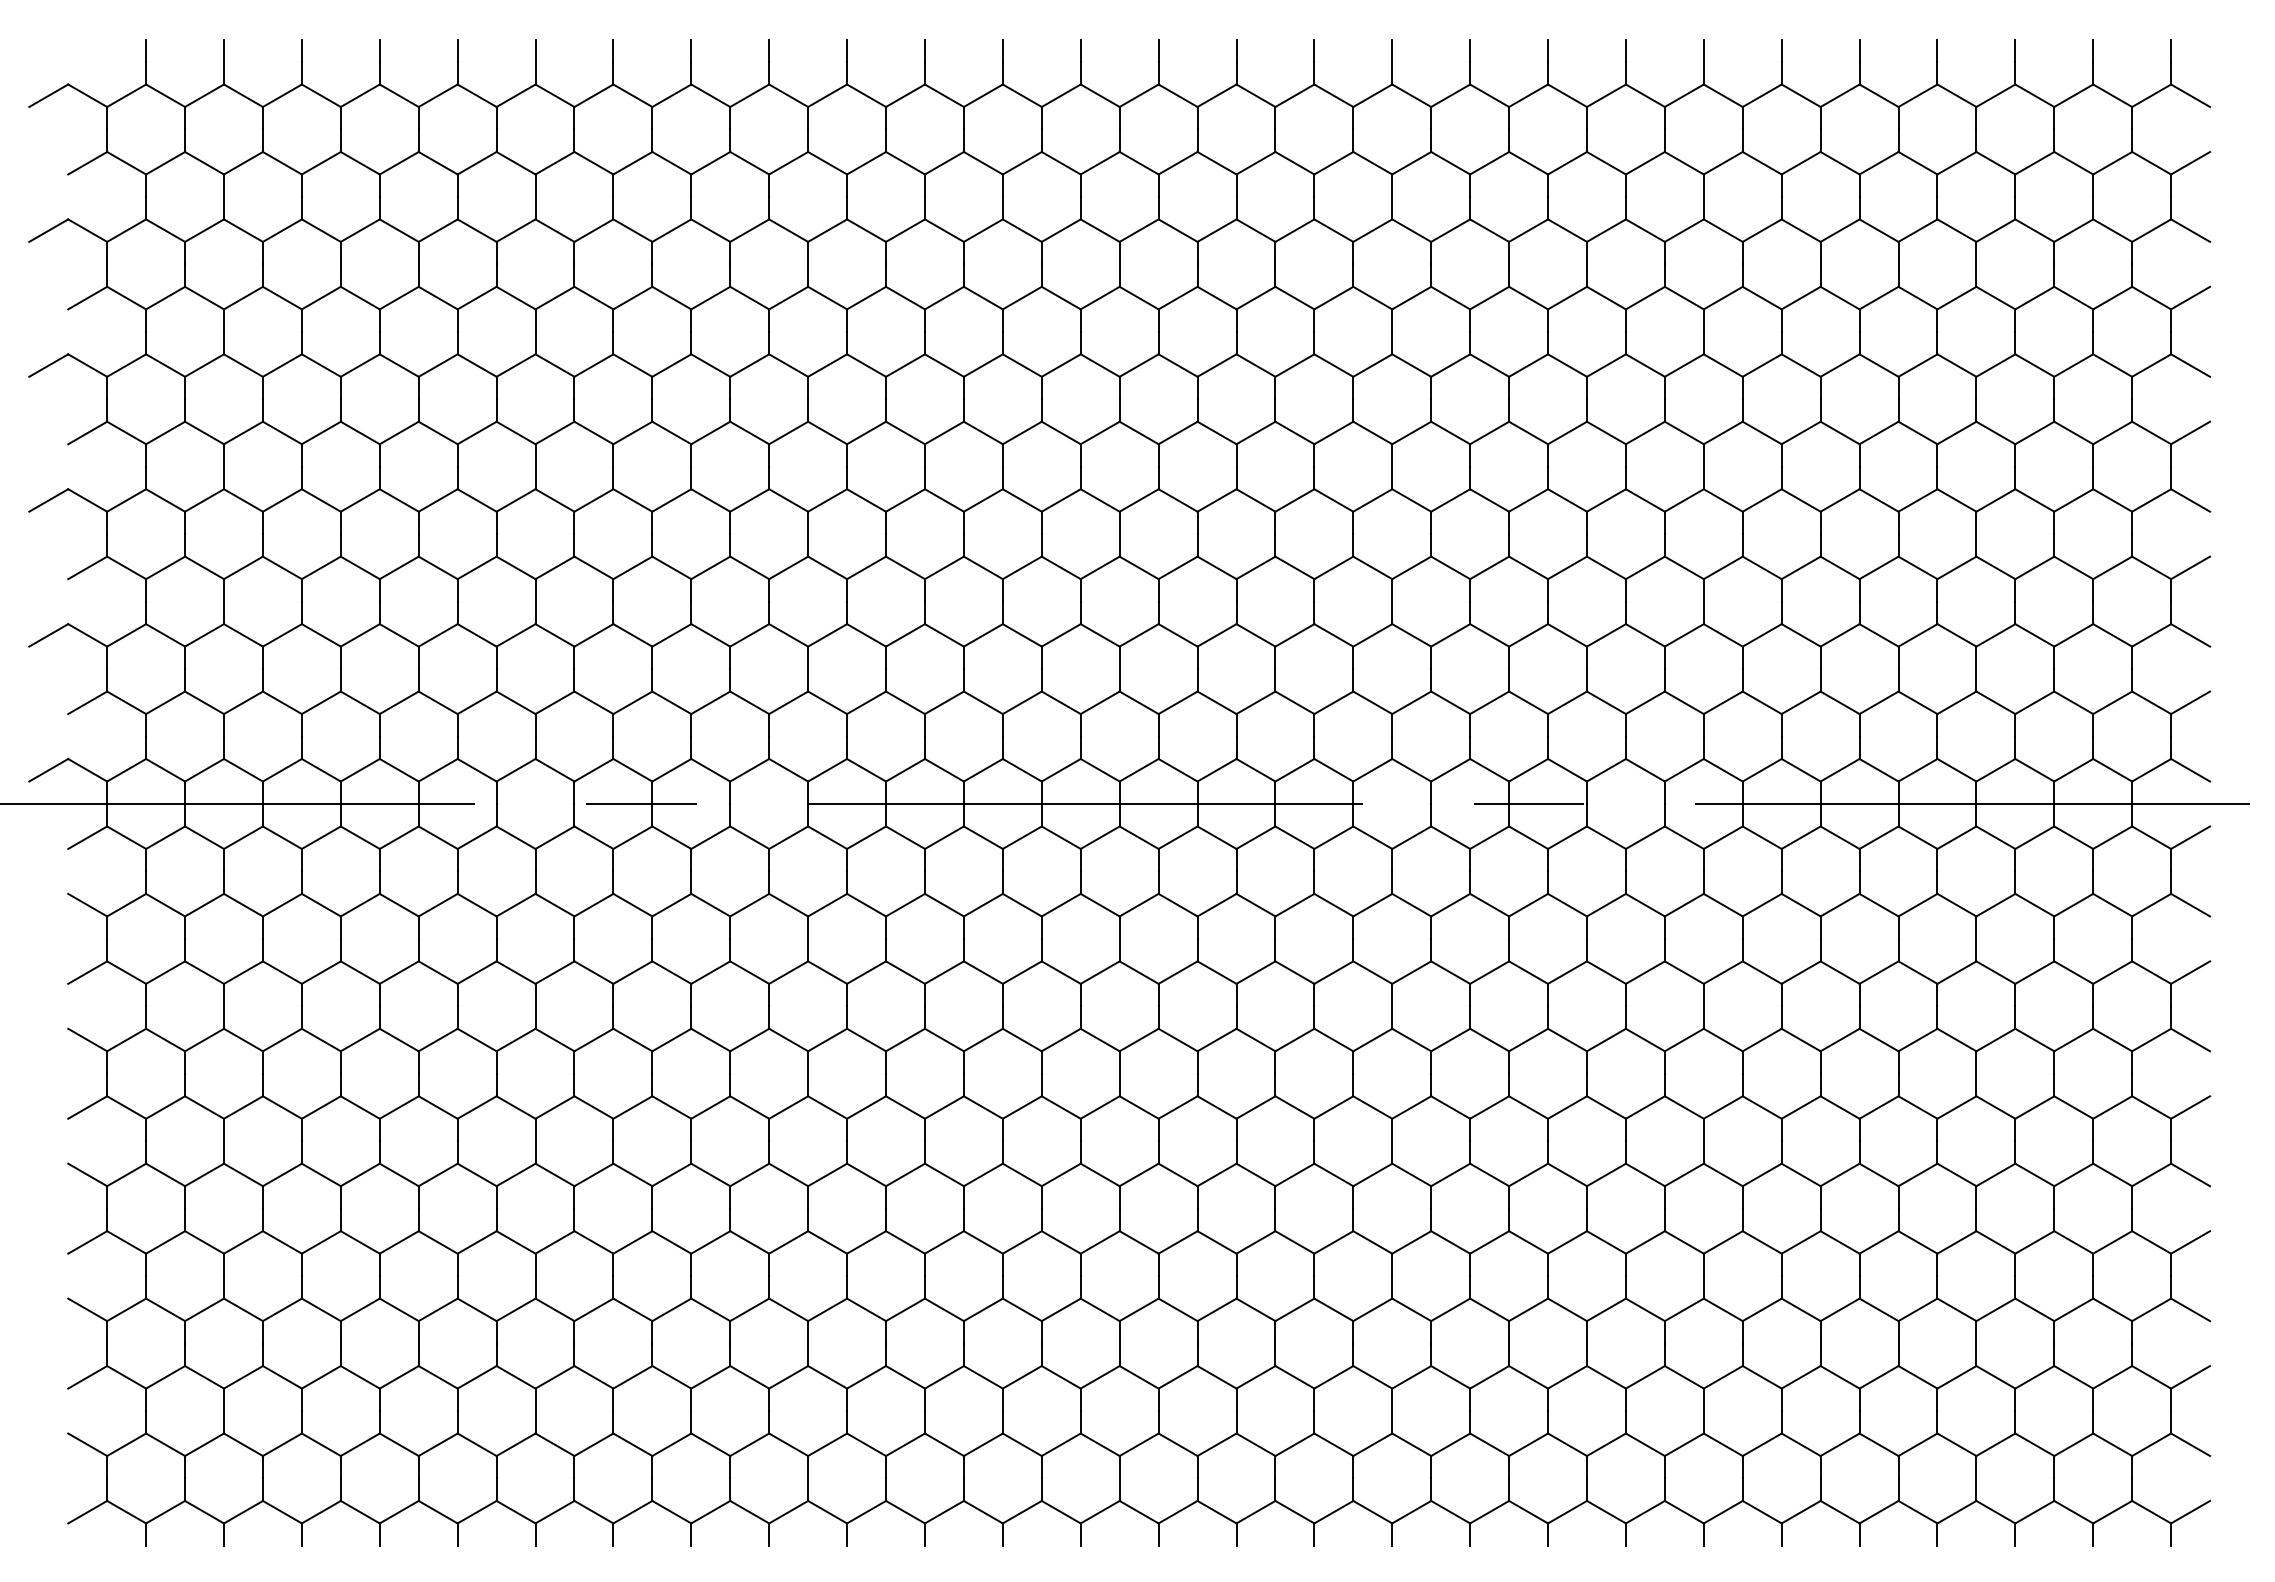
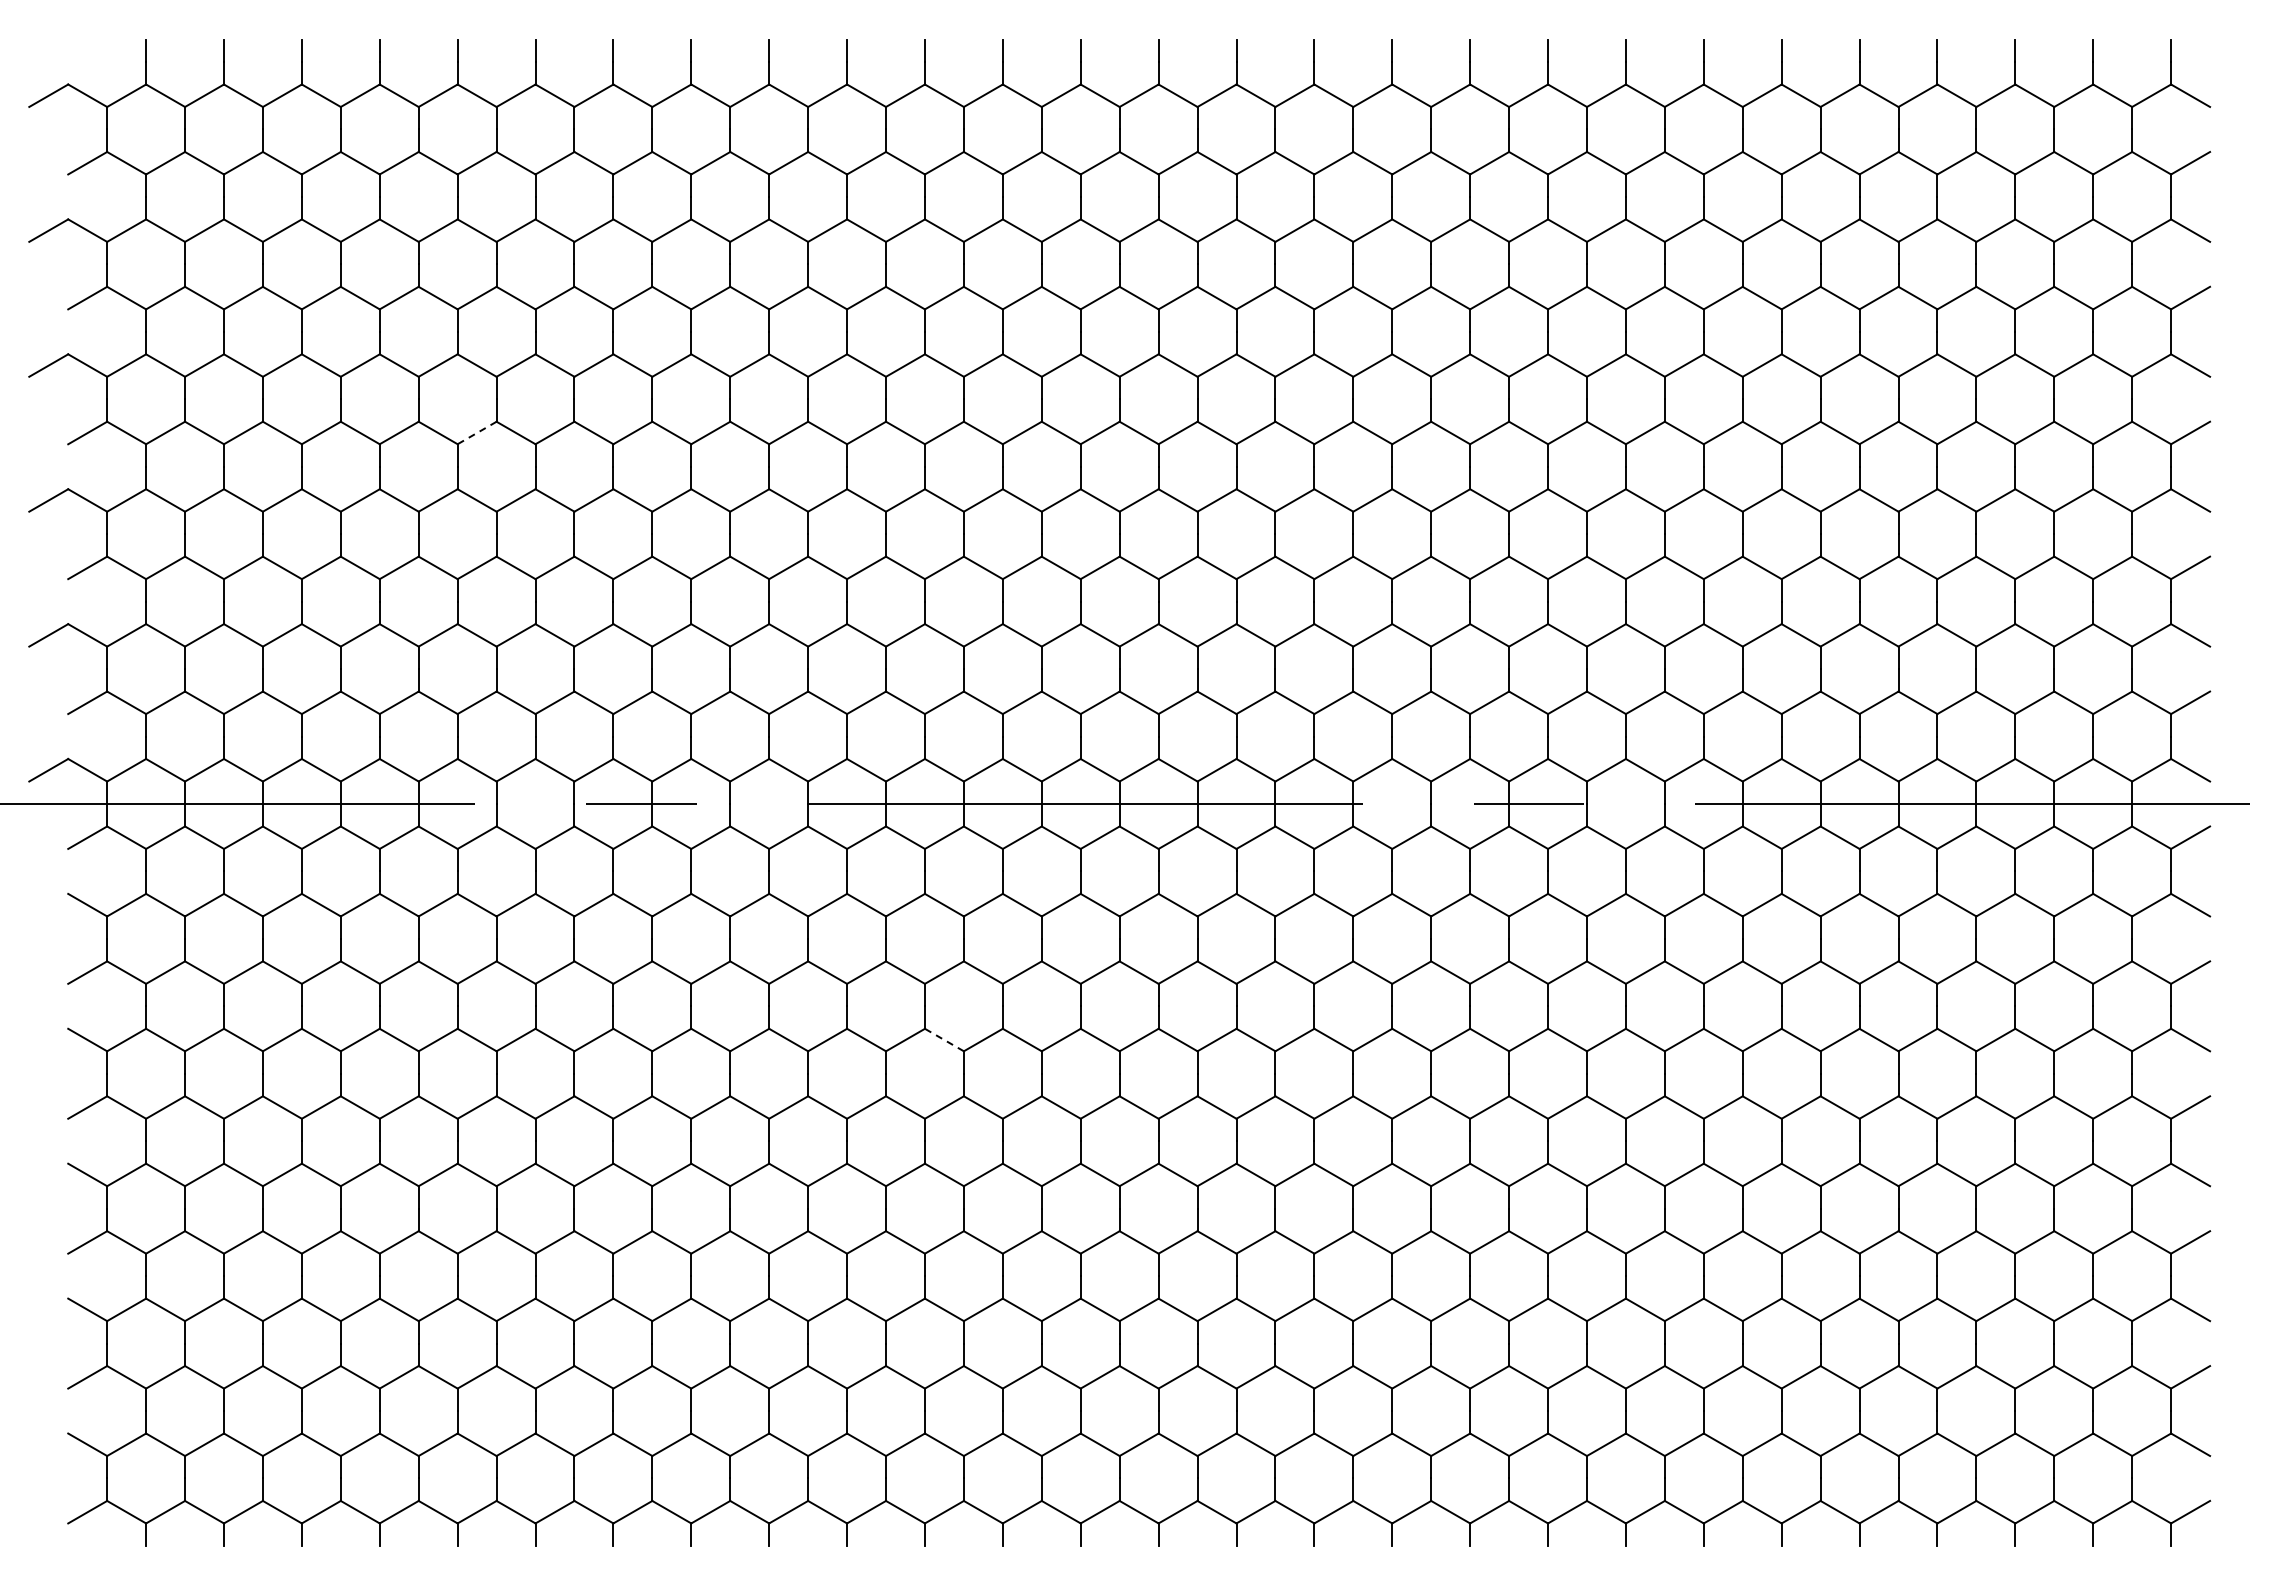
line at (476, 433): solid -> dashed
line at (944, 1039): solid -> dashed
